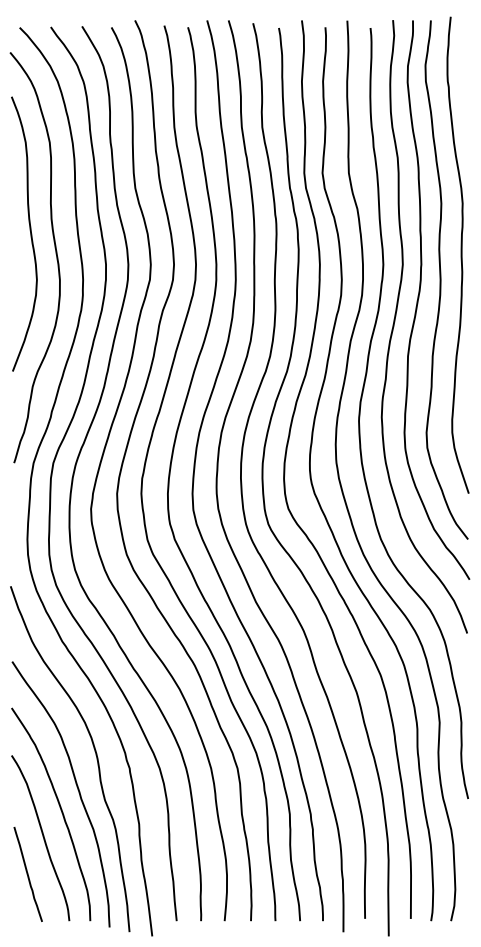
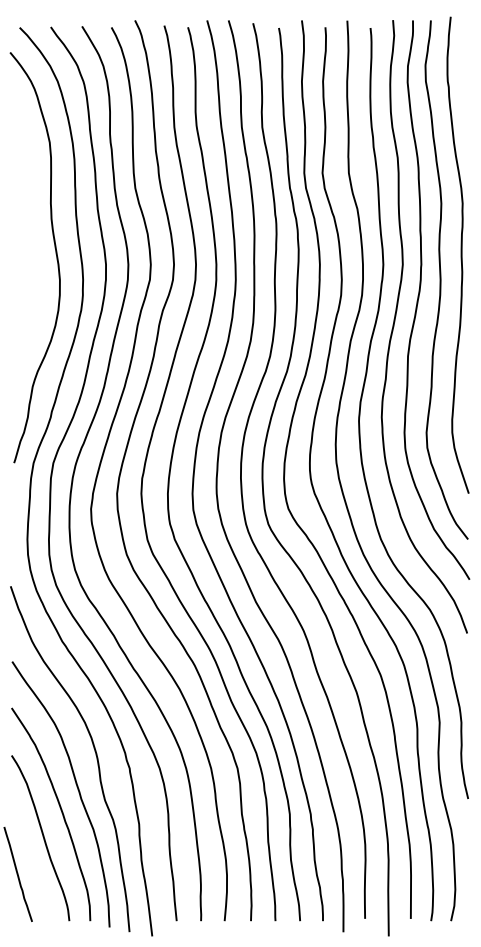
curve at (29, 230): present -> none
curve at (27, 874) position: (27, 874) -> (17, 874)
